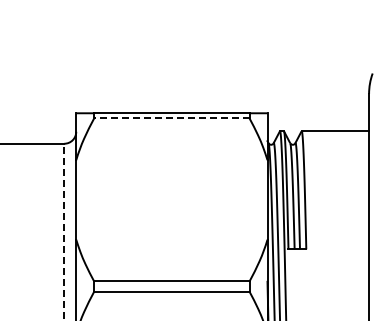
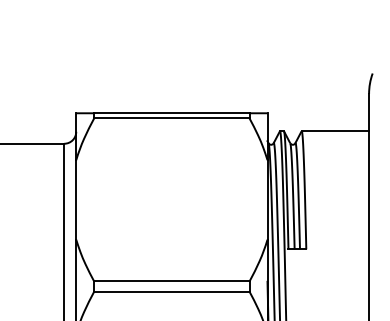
line at (171, 118): dashed -> solid
line at (64, 231): dashed -> solid
